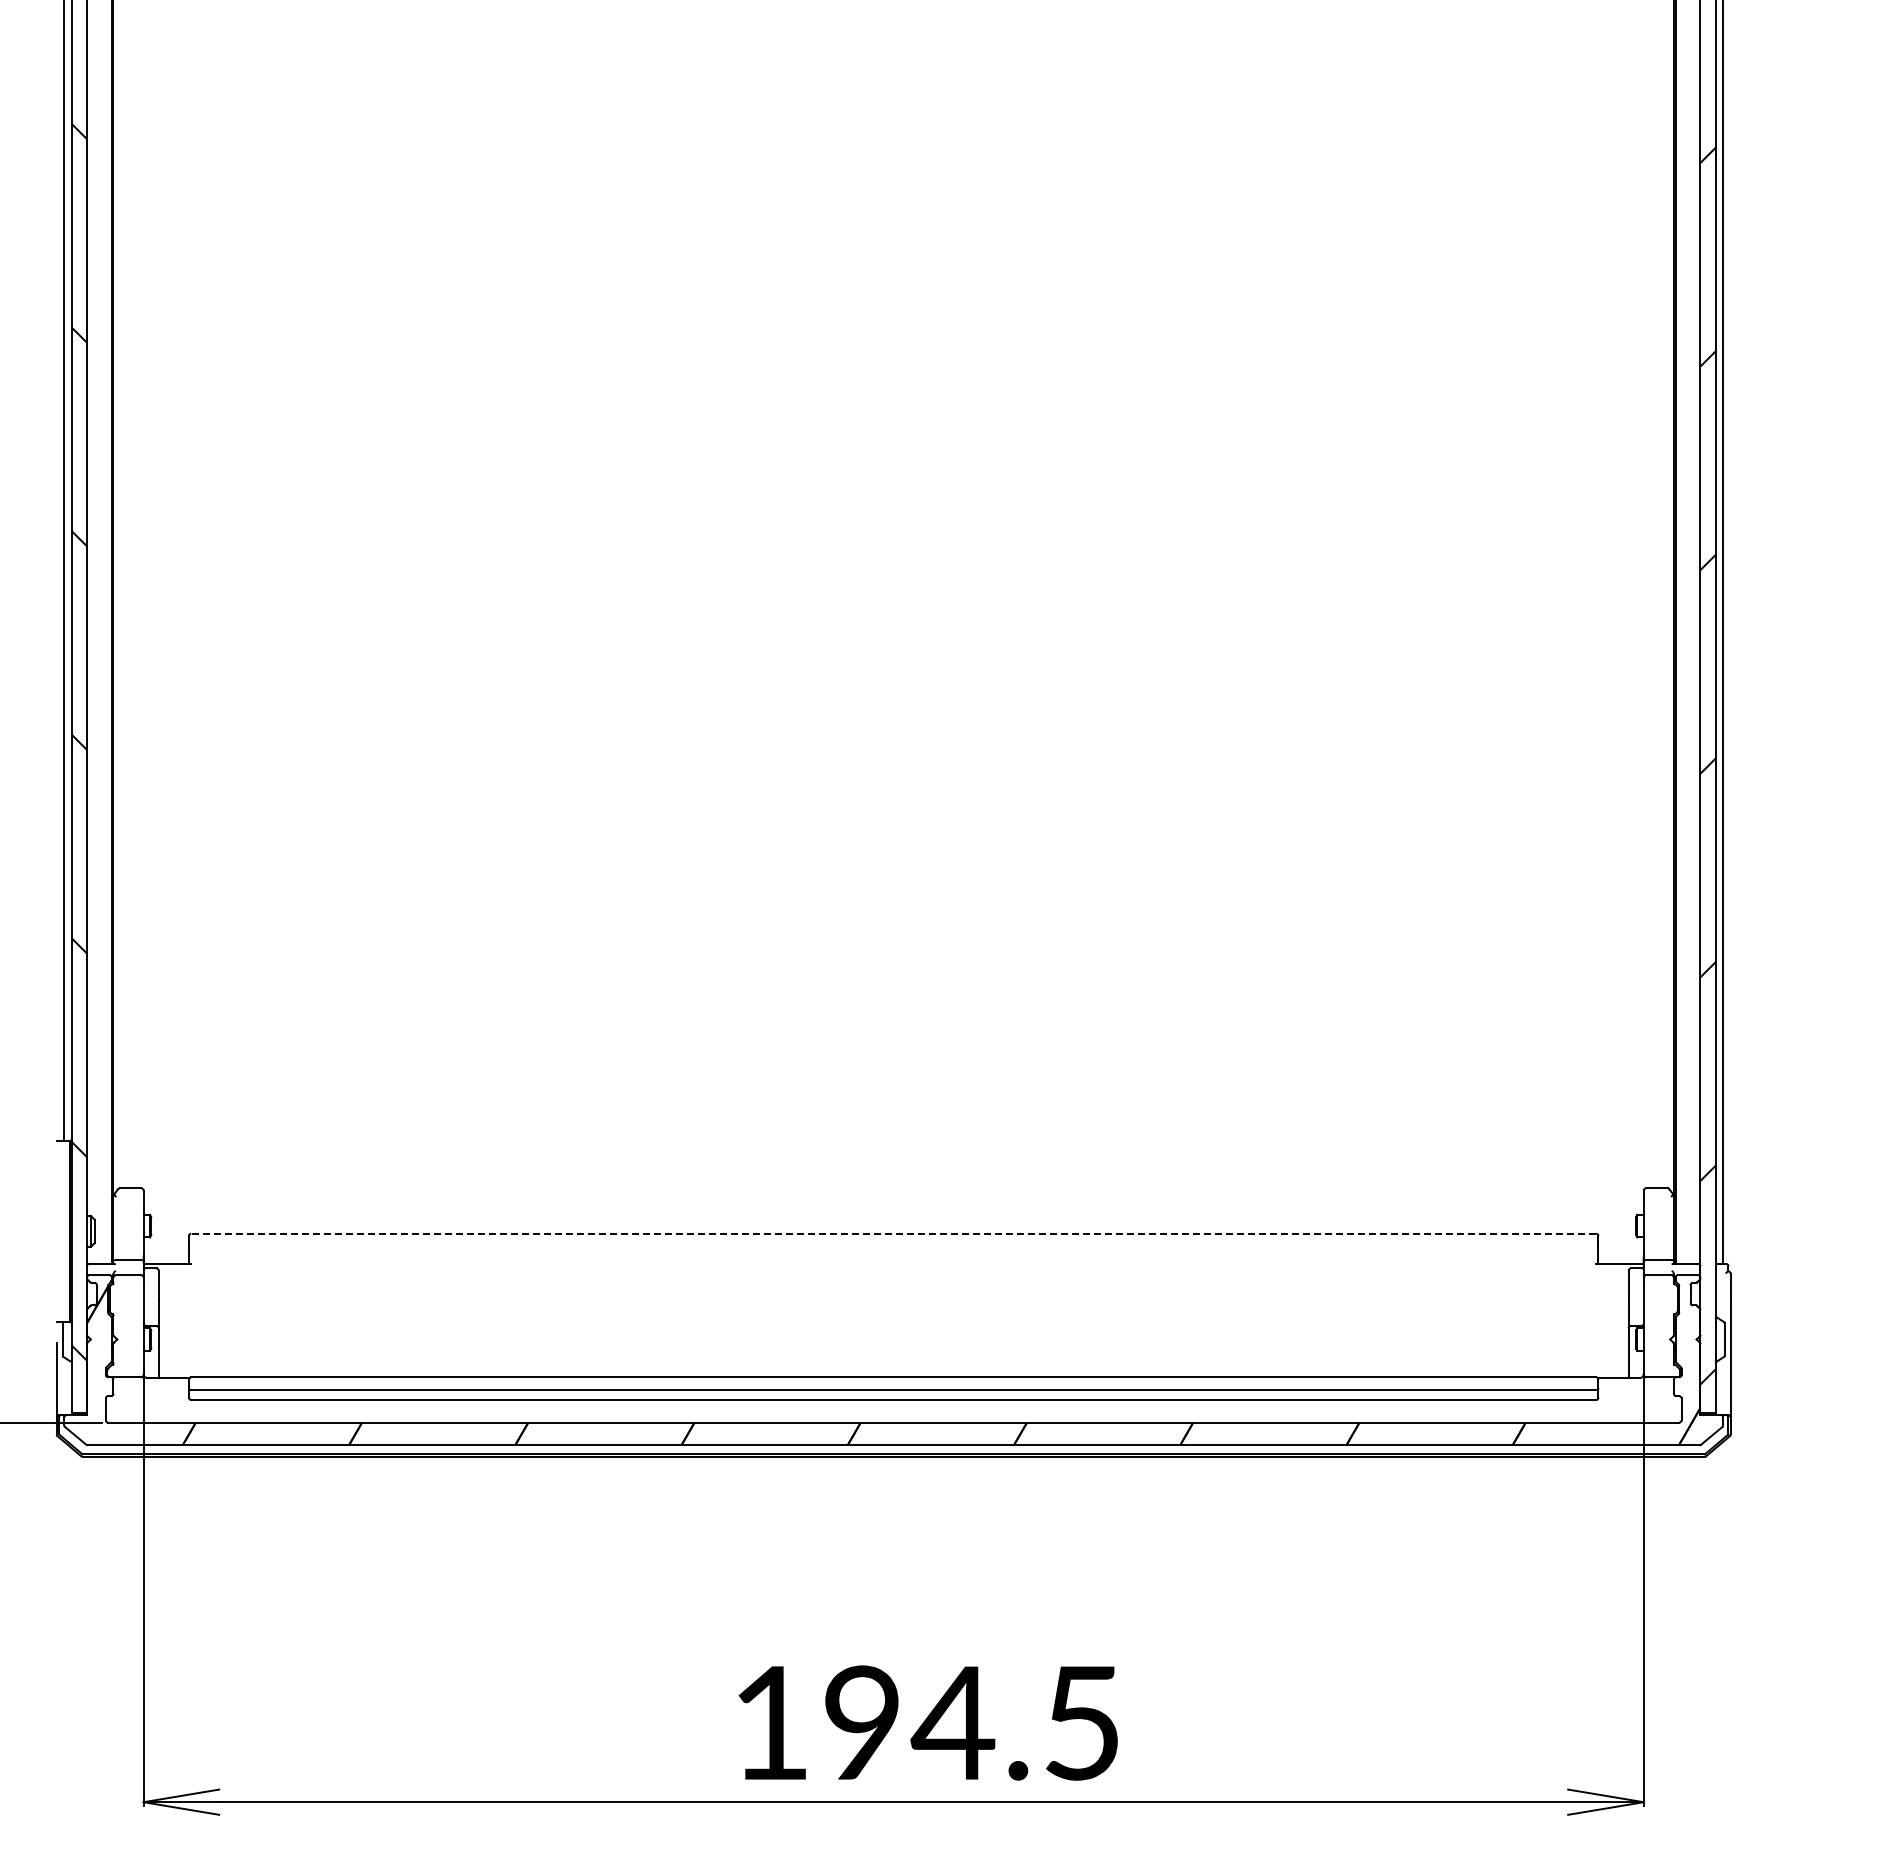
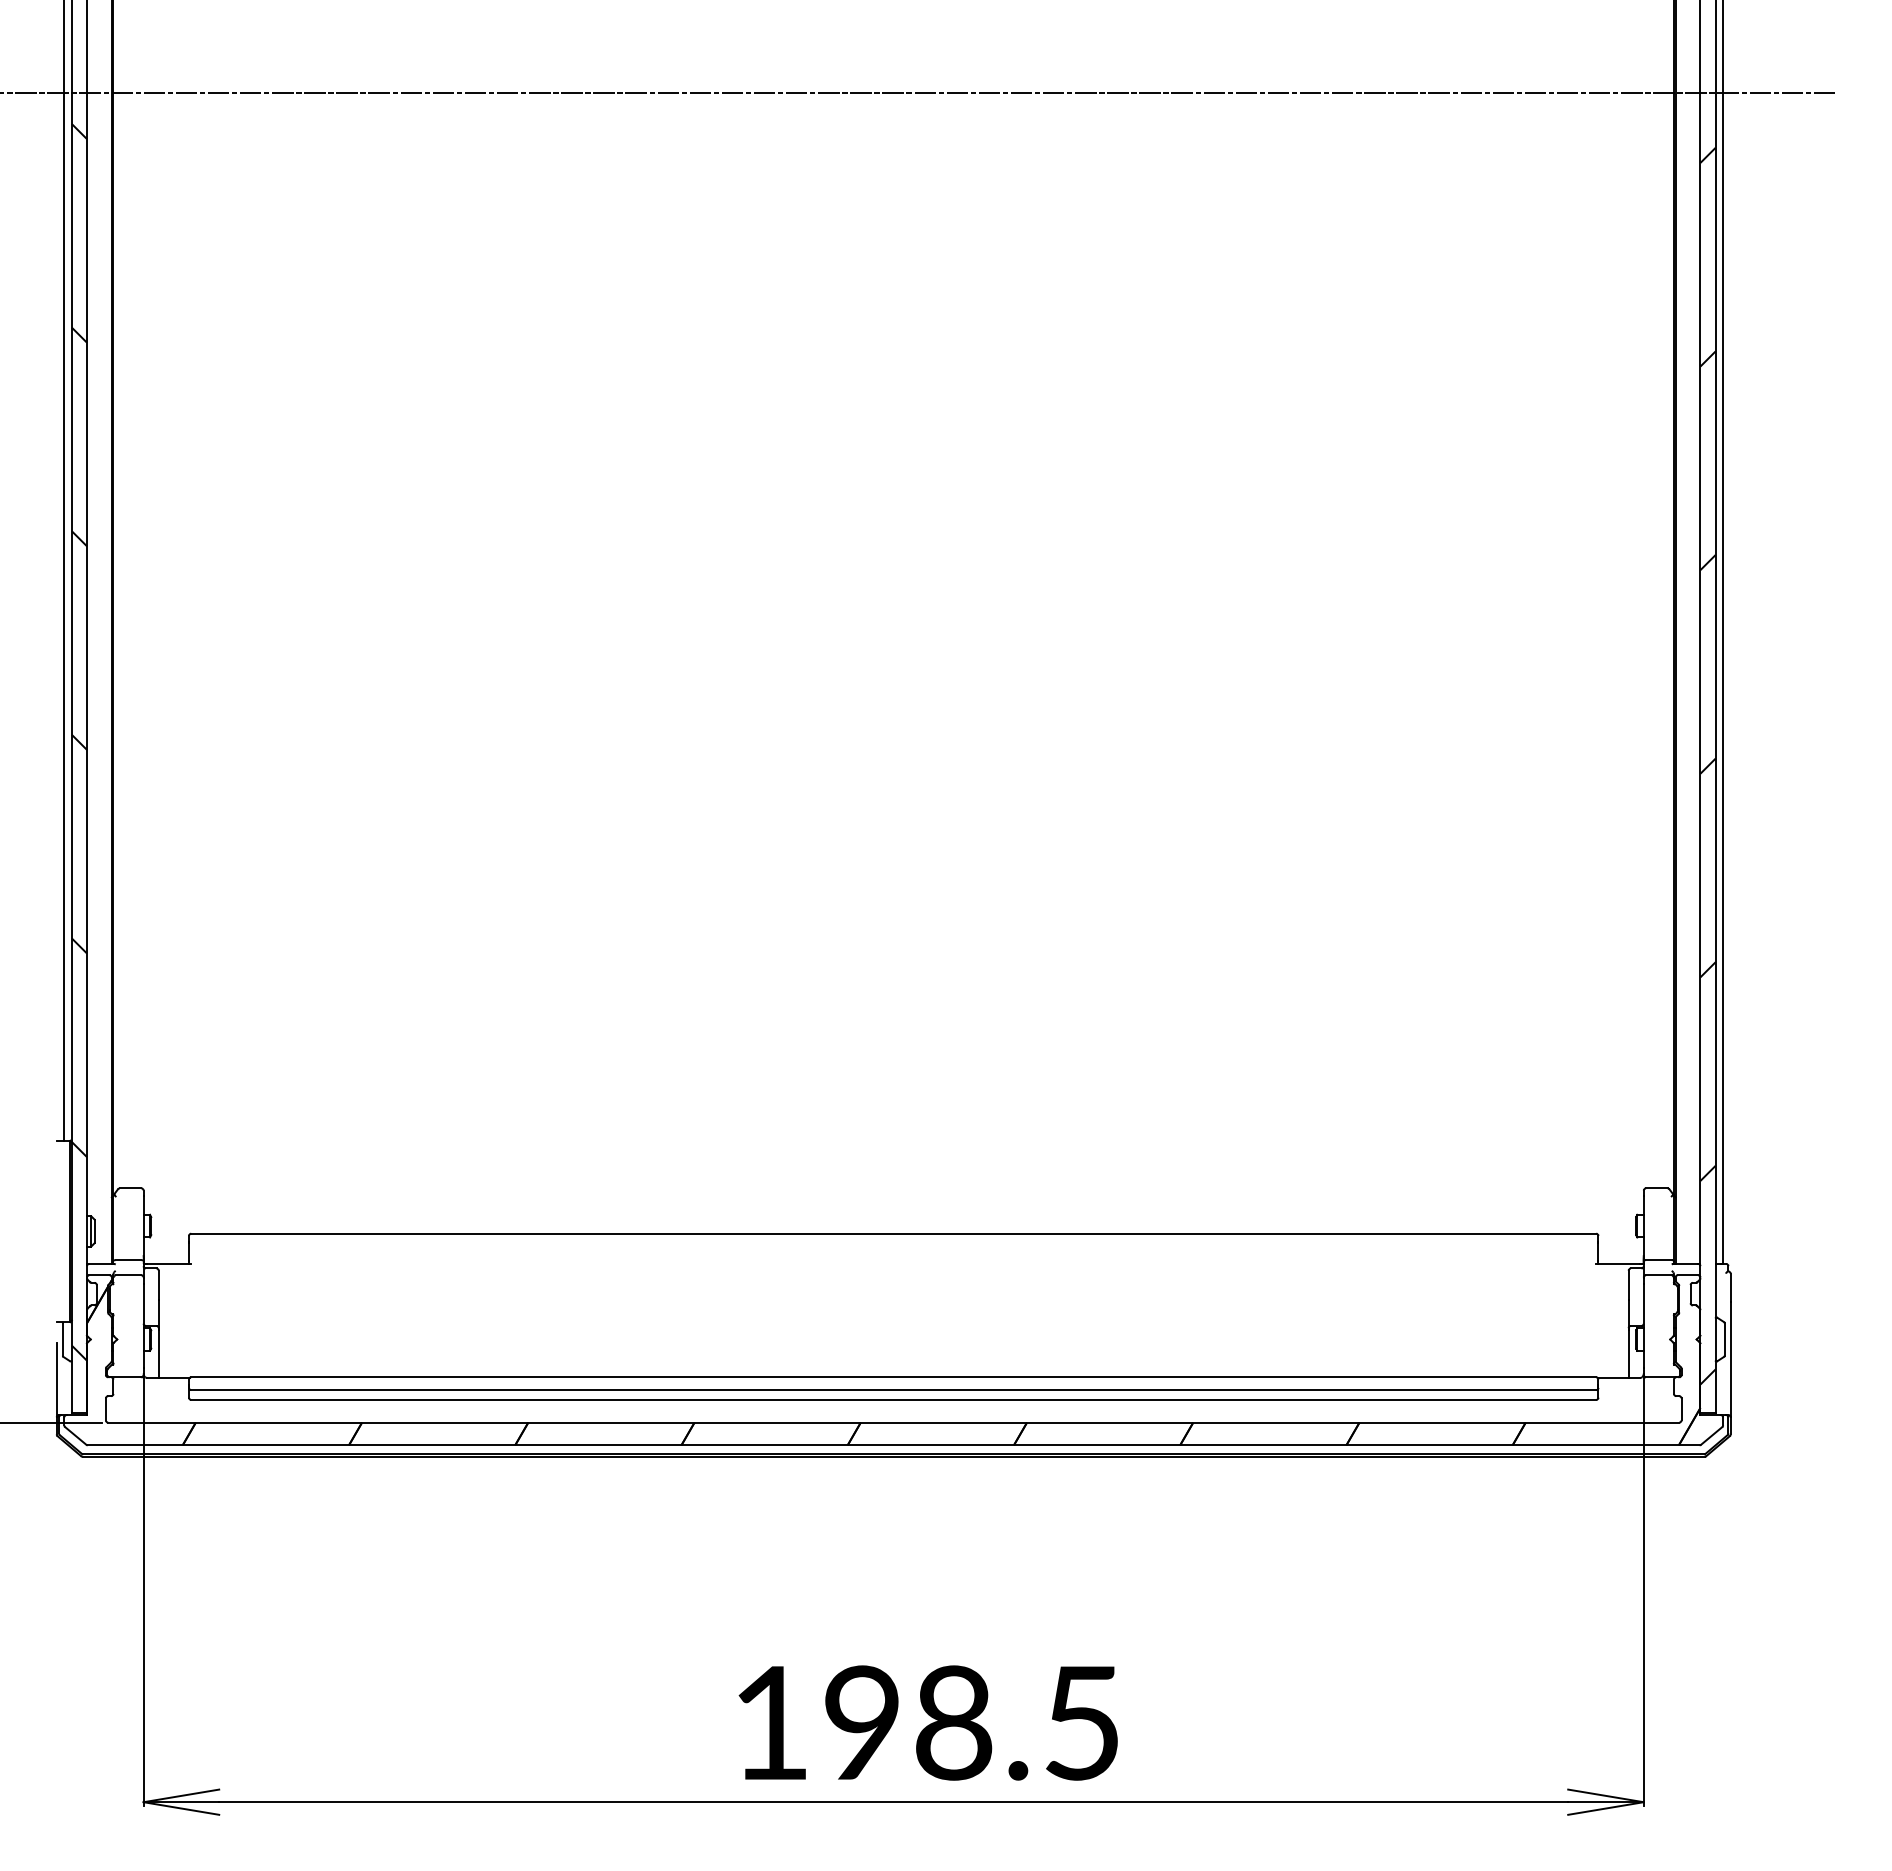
line at (919, 92): none -> present
line at (893, 1233): dashed -> solid
text at (952, 1722): 194.5 -> 198.5
